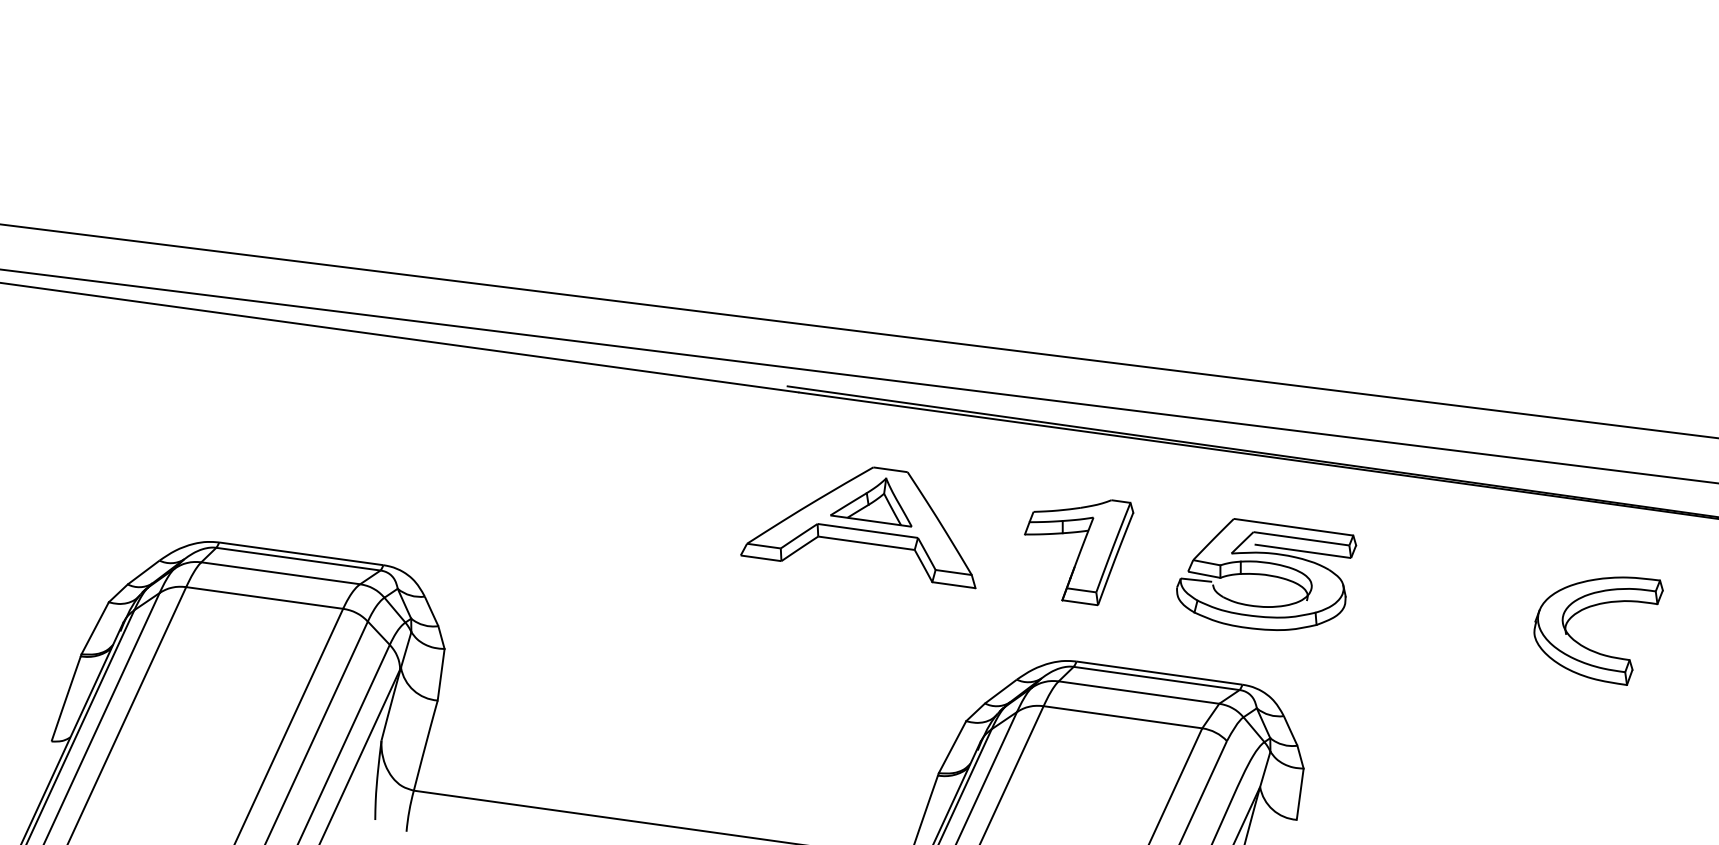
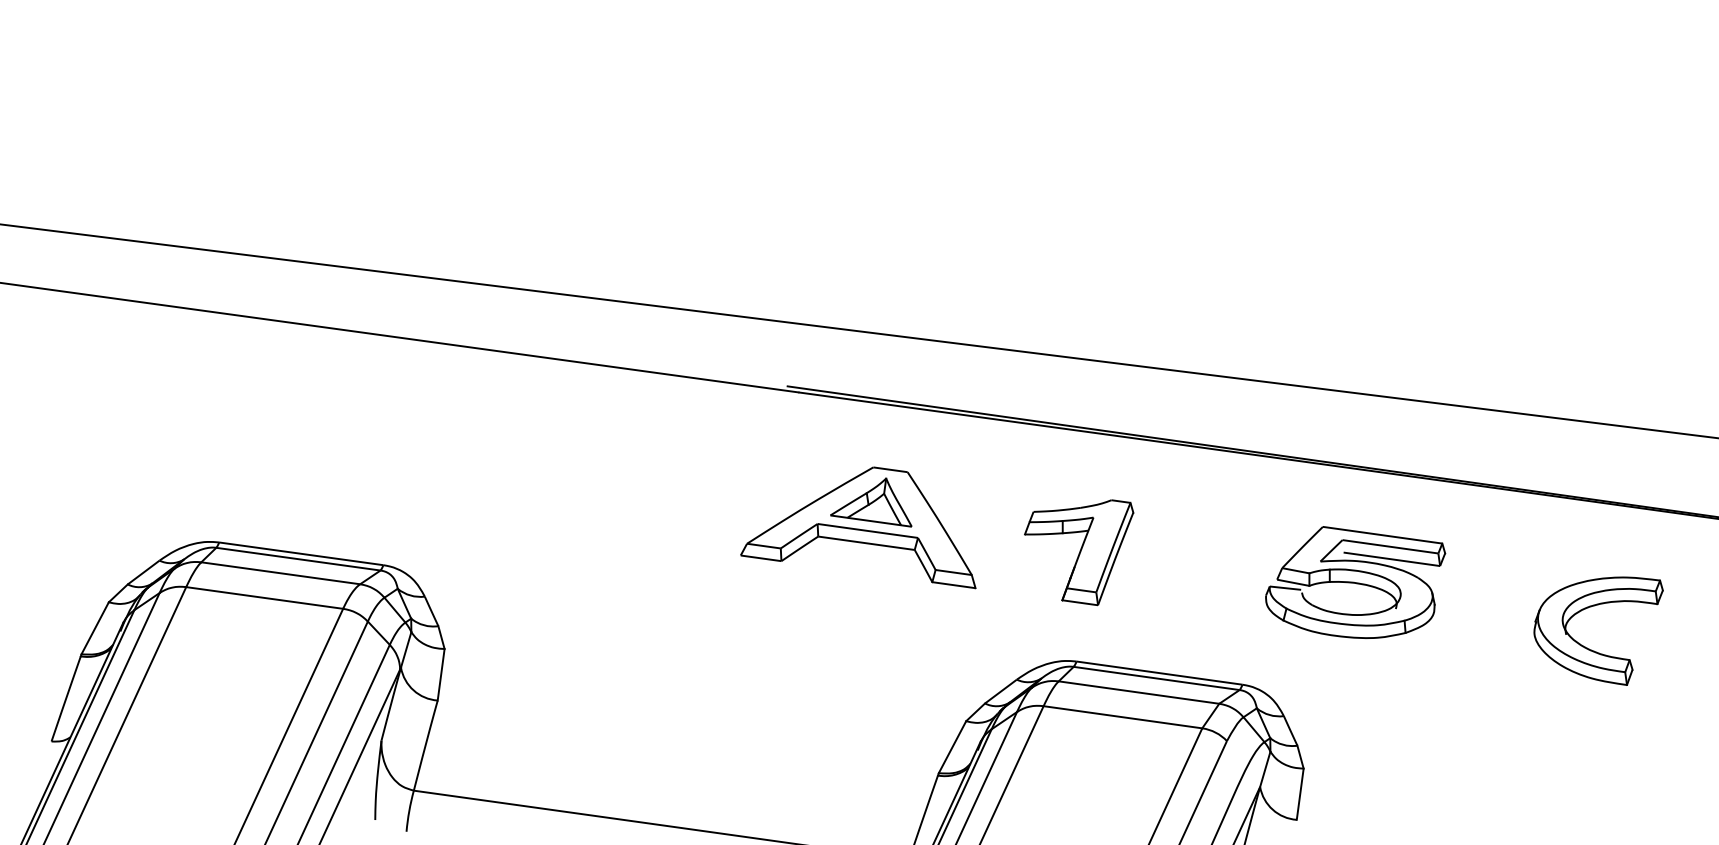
line at (858, 376): present -> none
part at (1266, 574) position: (1266, 574) -> (1355, 582)
